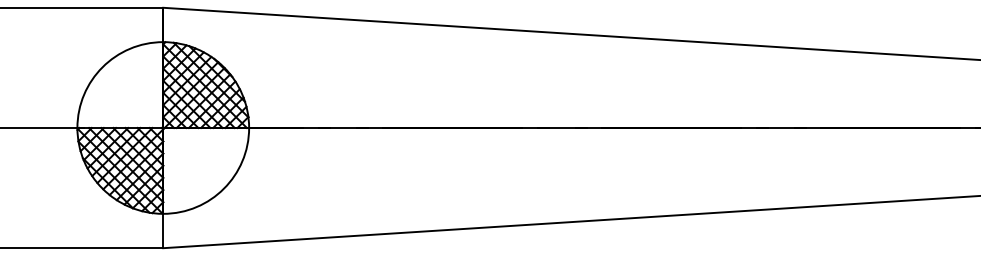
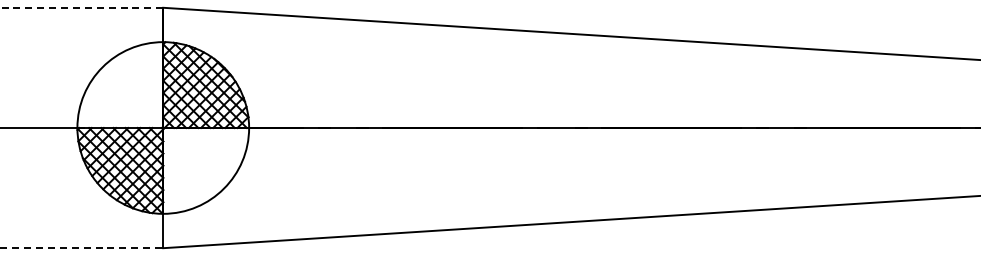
line at (81, 7): solid -> dashed
line at (82, 248): solid -> dashed
